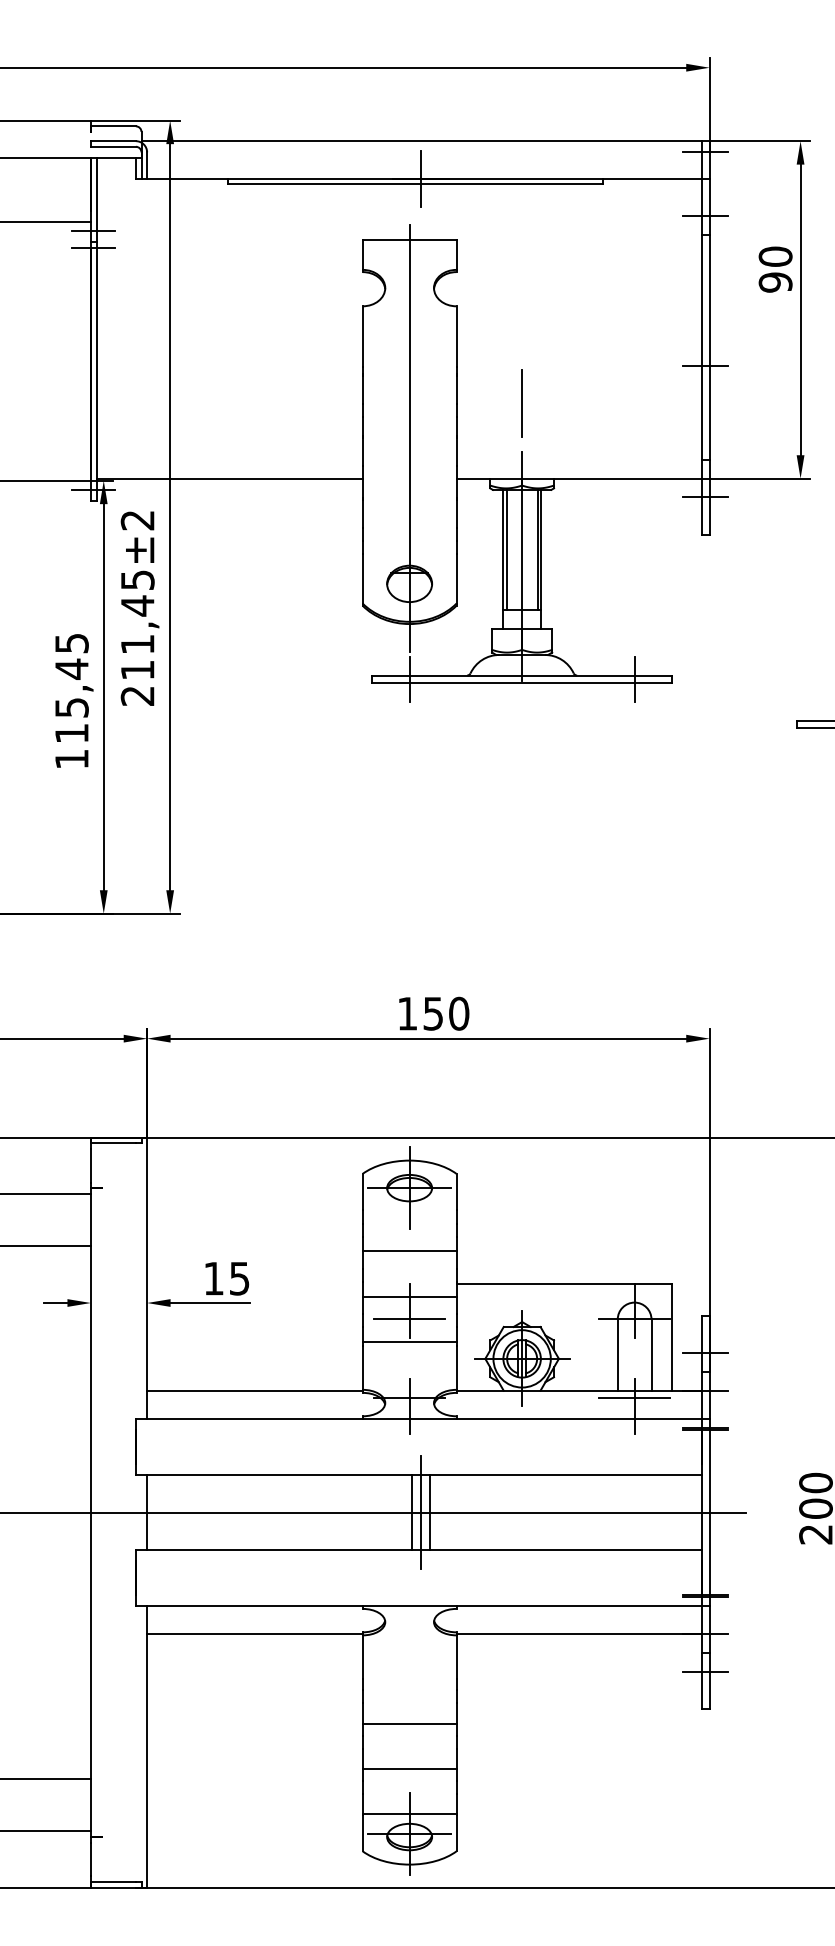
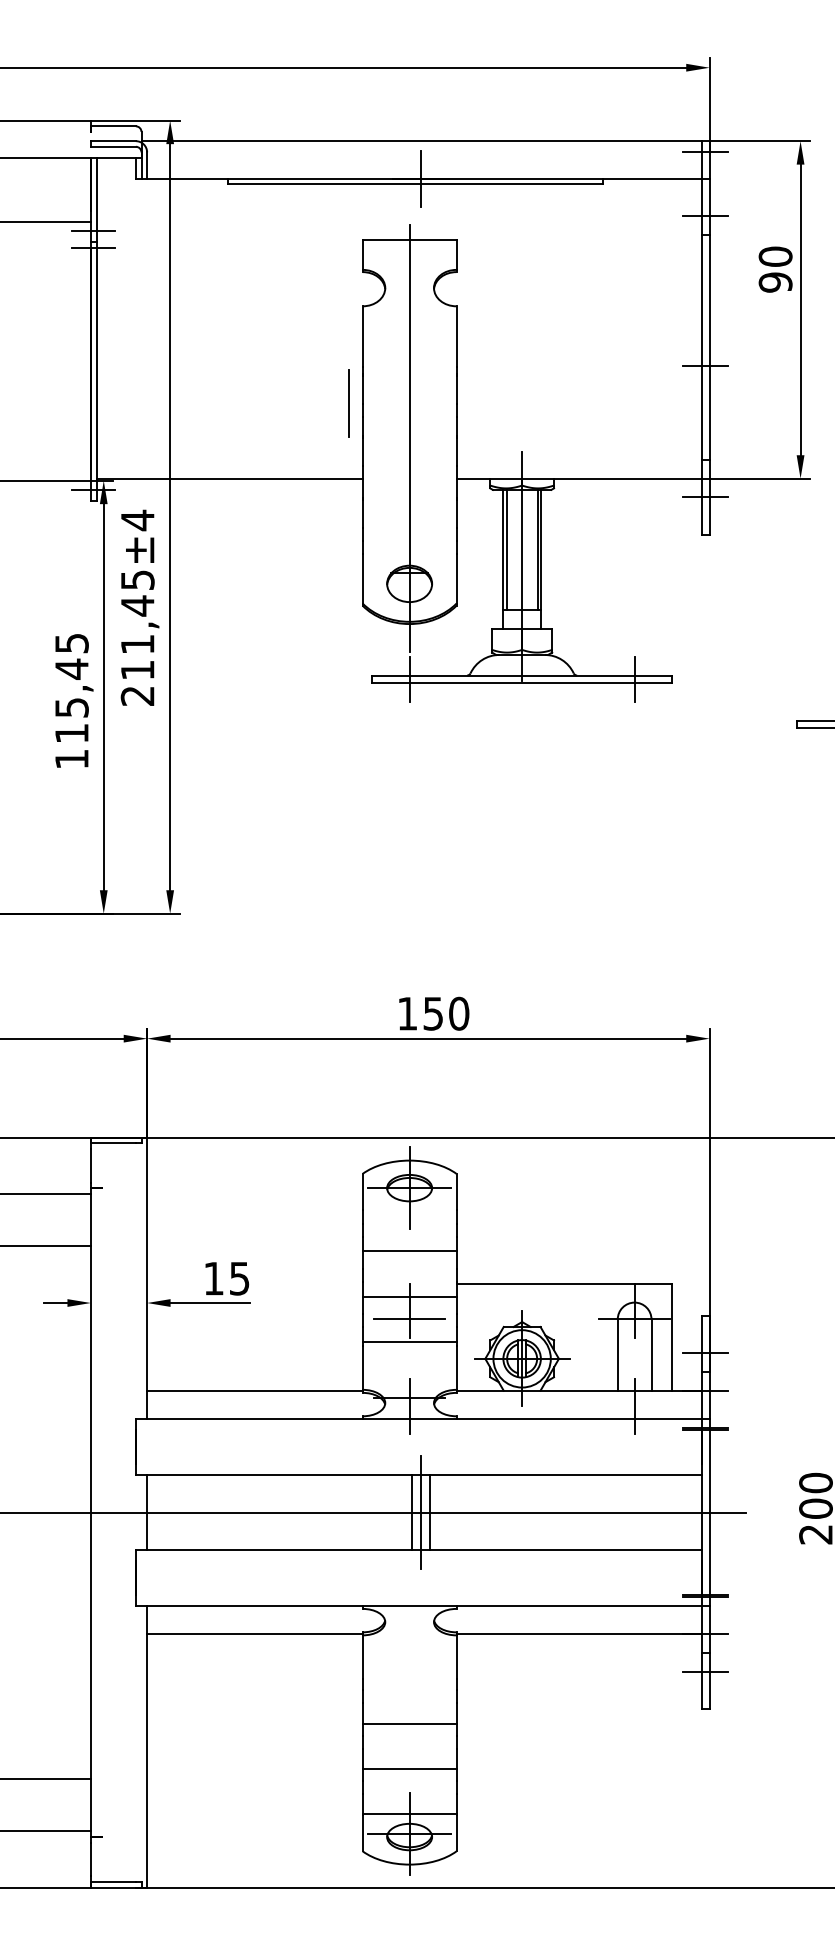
line at (521, 403) position: (521, 403) -> (348, 403)
text at (137, 520): ±2 -> ±4
line at (634, 1398): present -> none
